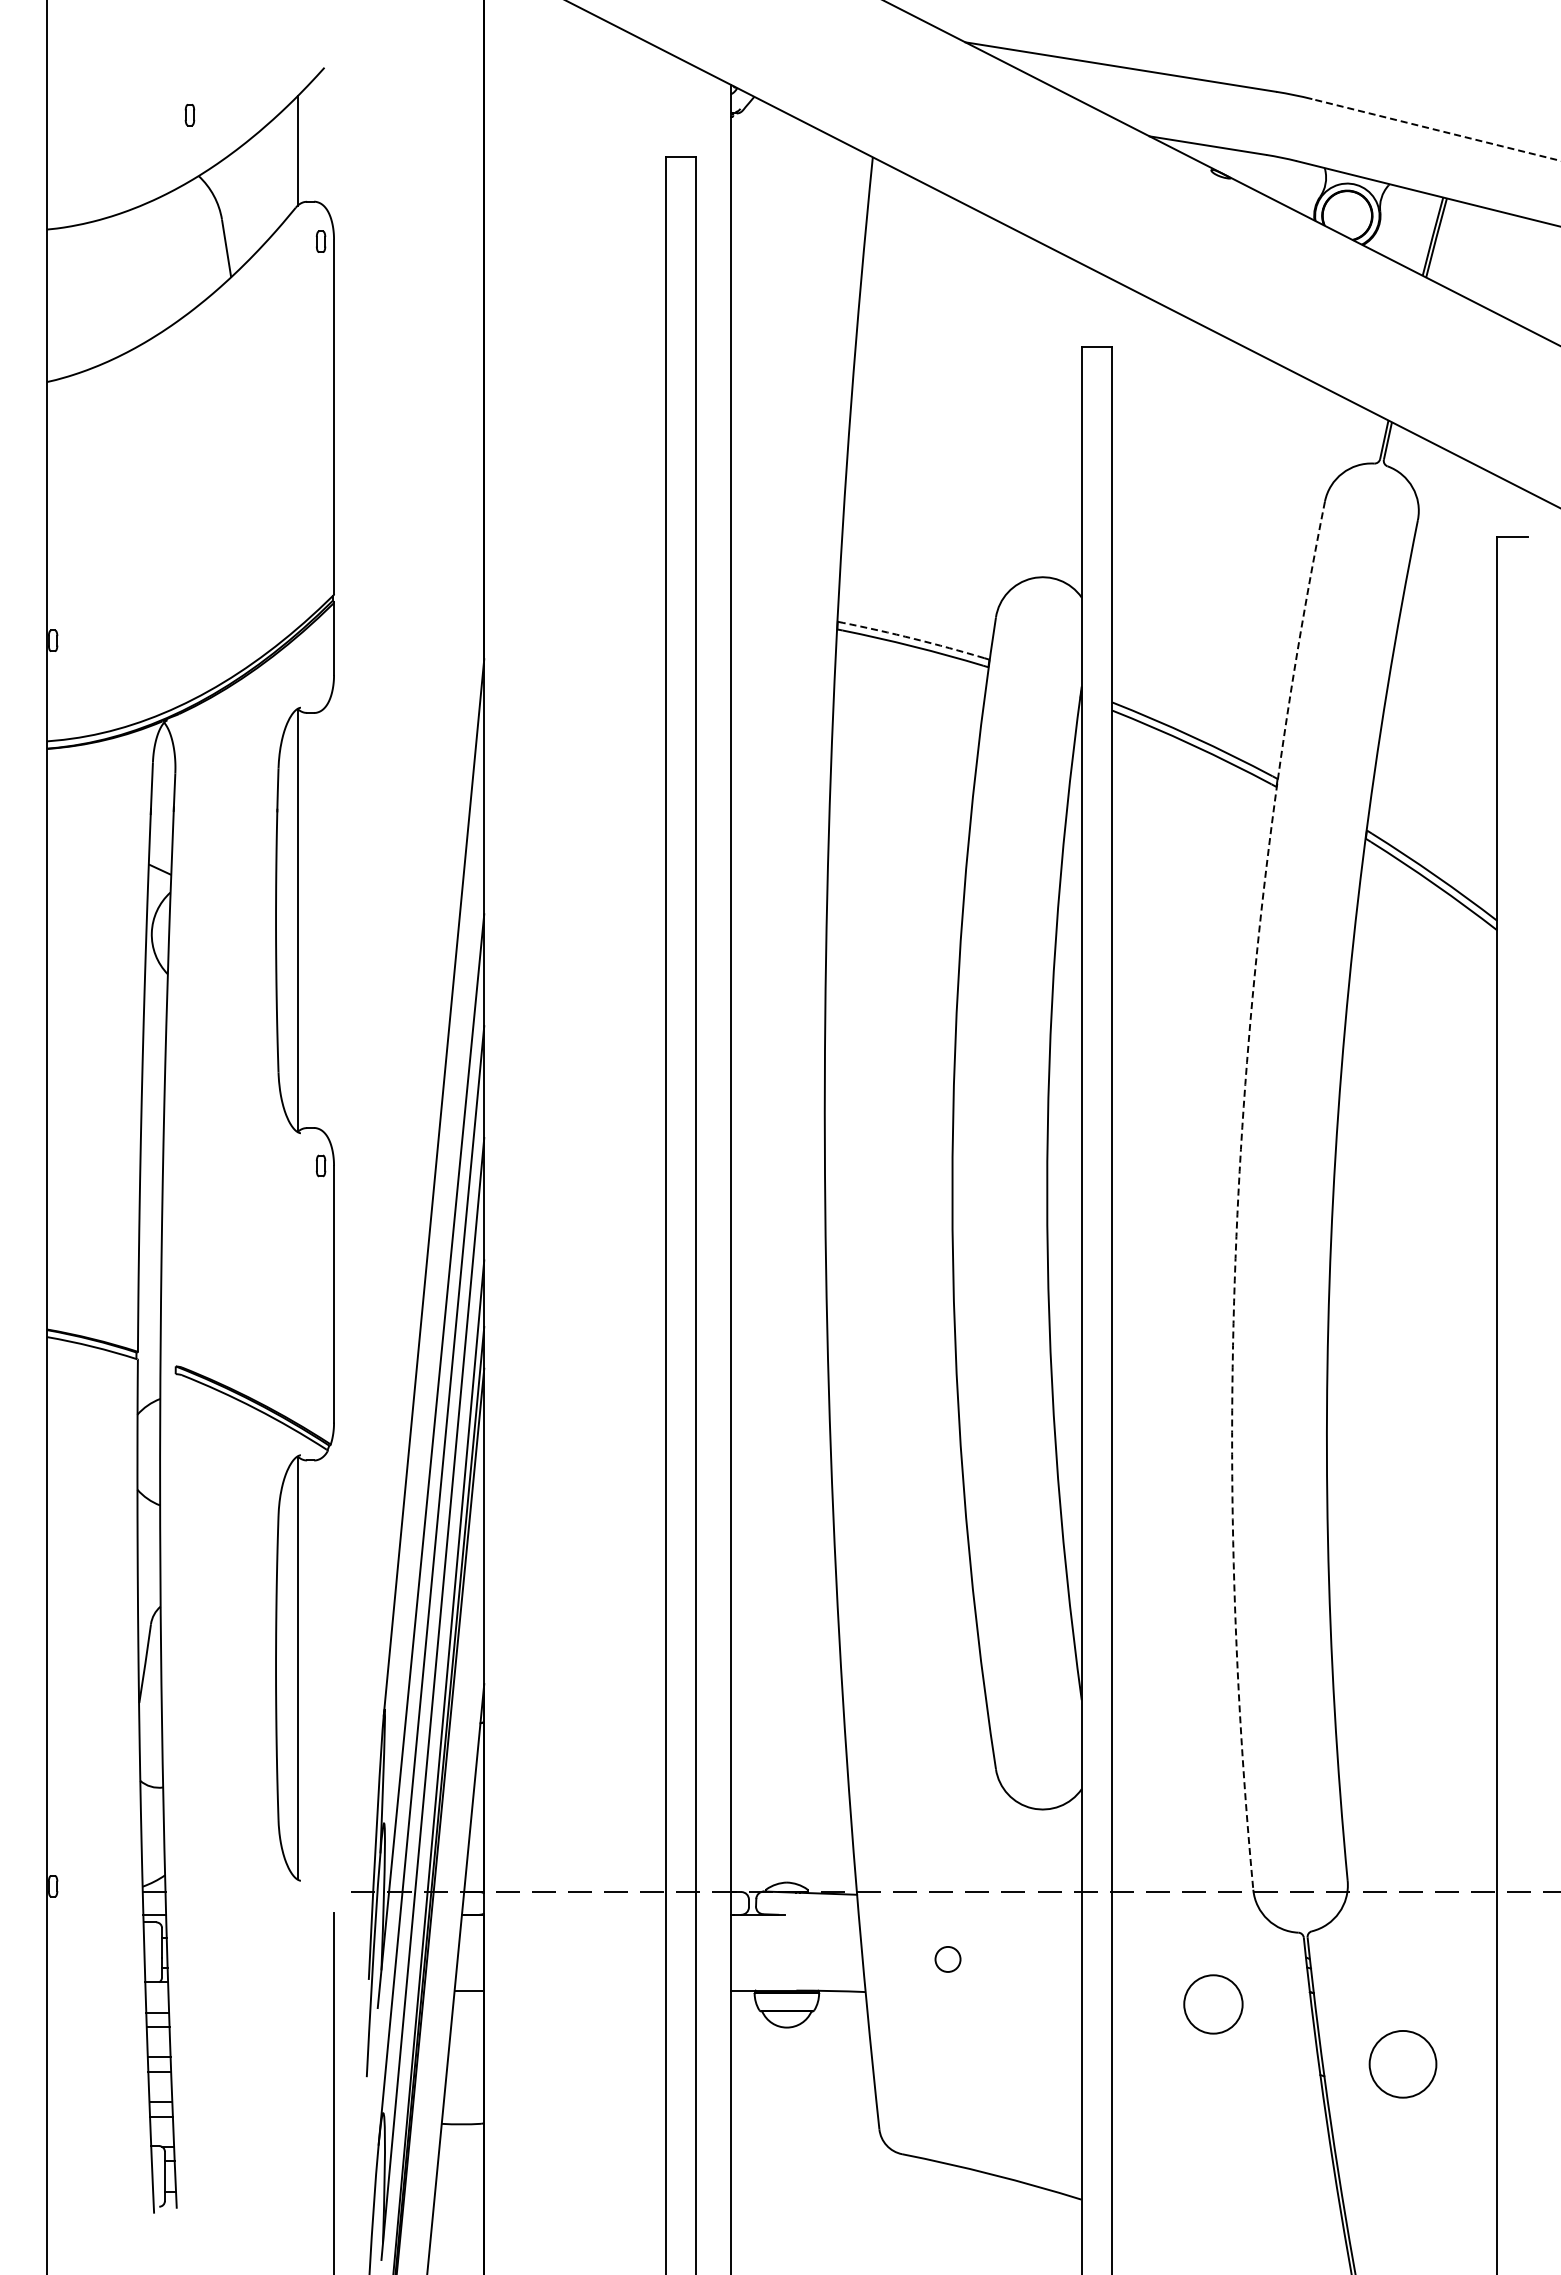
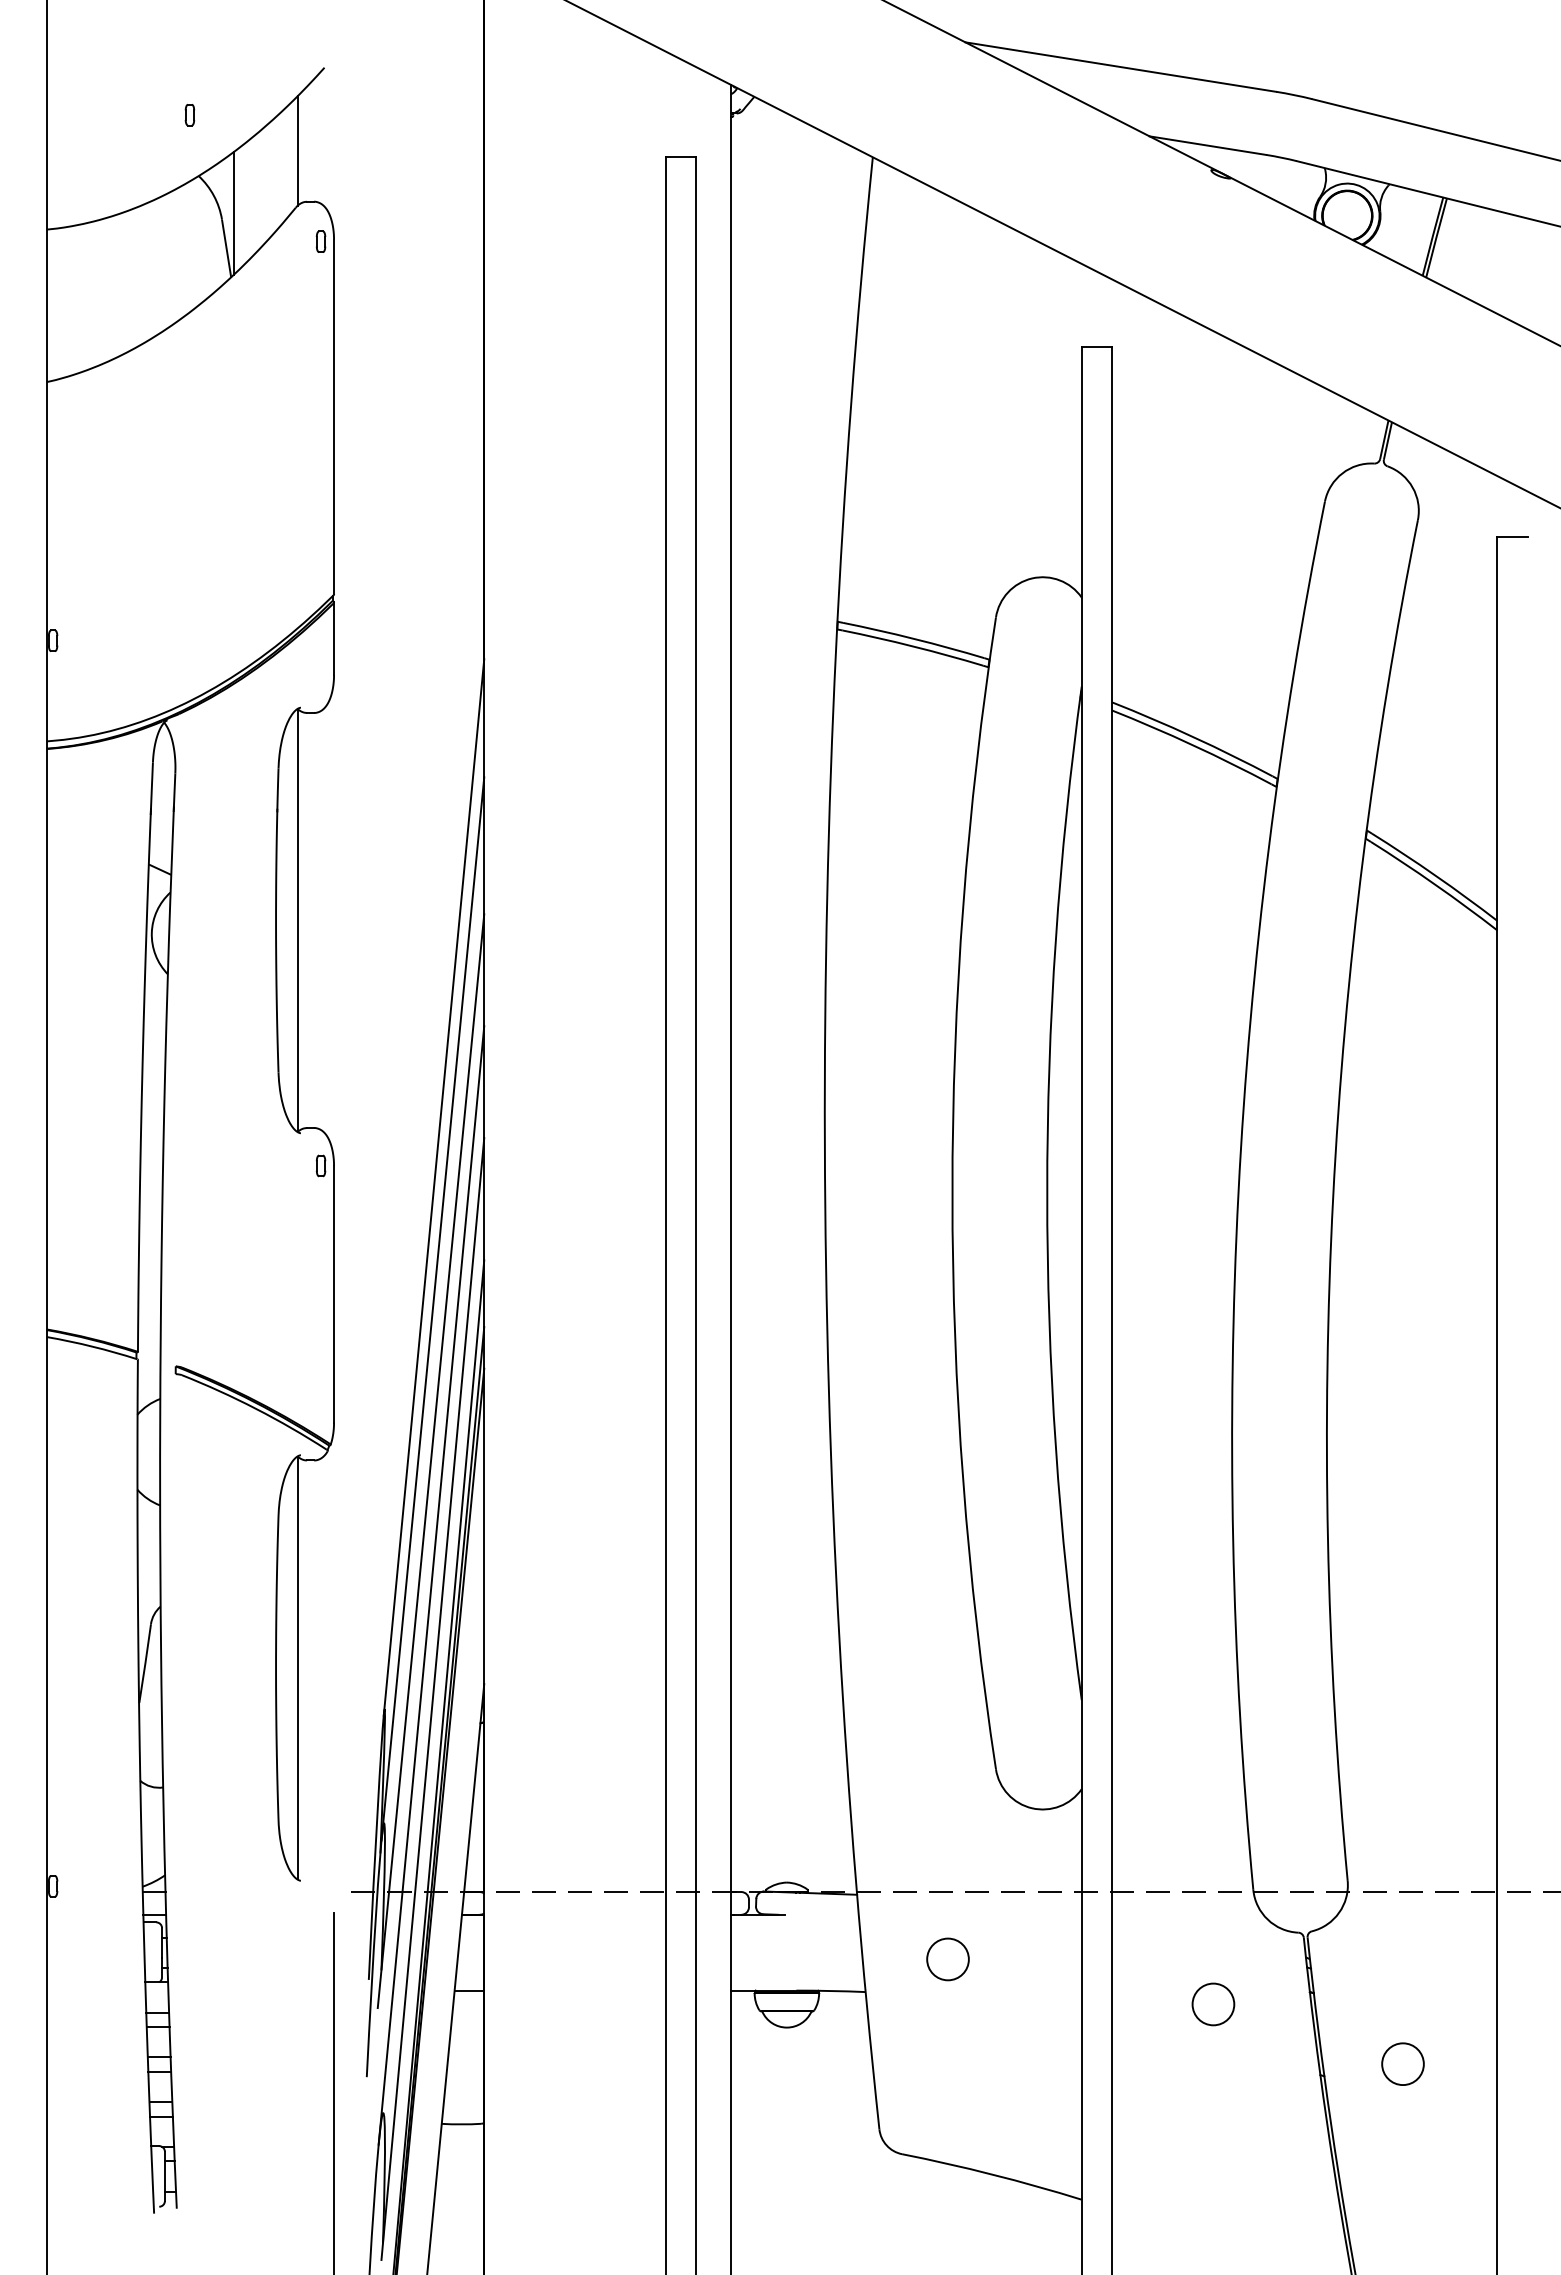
line at (1436, 129): dashed -> solid
line at (233, 213): none -> present
arc at (914, 638): dashed -> solid
arc at (1238, 1193): dashed -> solid
line at (432, 1308): none -> present
circle at (947, 1958) diameter: 25 px -> 42 px
circle at (1213, 2004) diameter: 58 px -> 42 px
circle at (1402, 2064) size: 70x69 px -> 44x44 px
